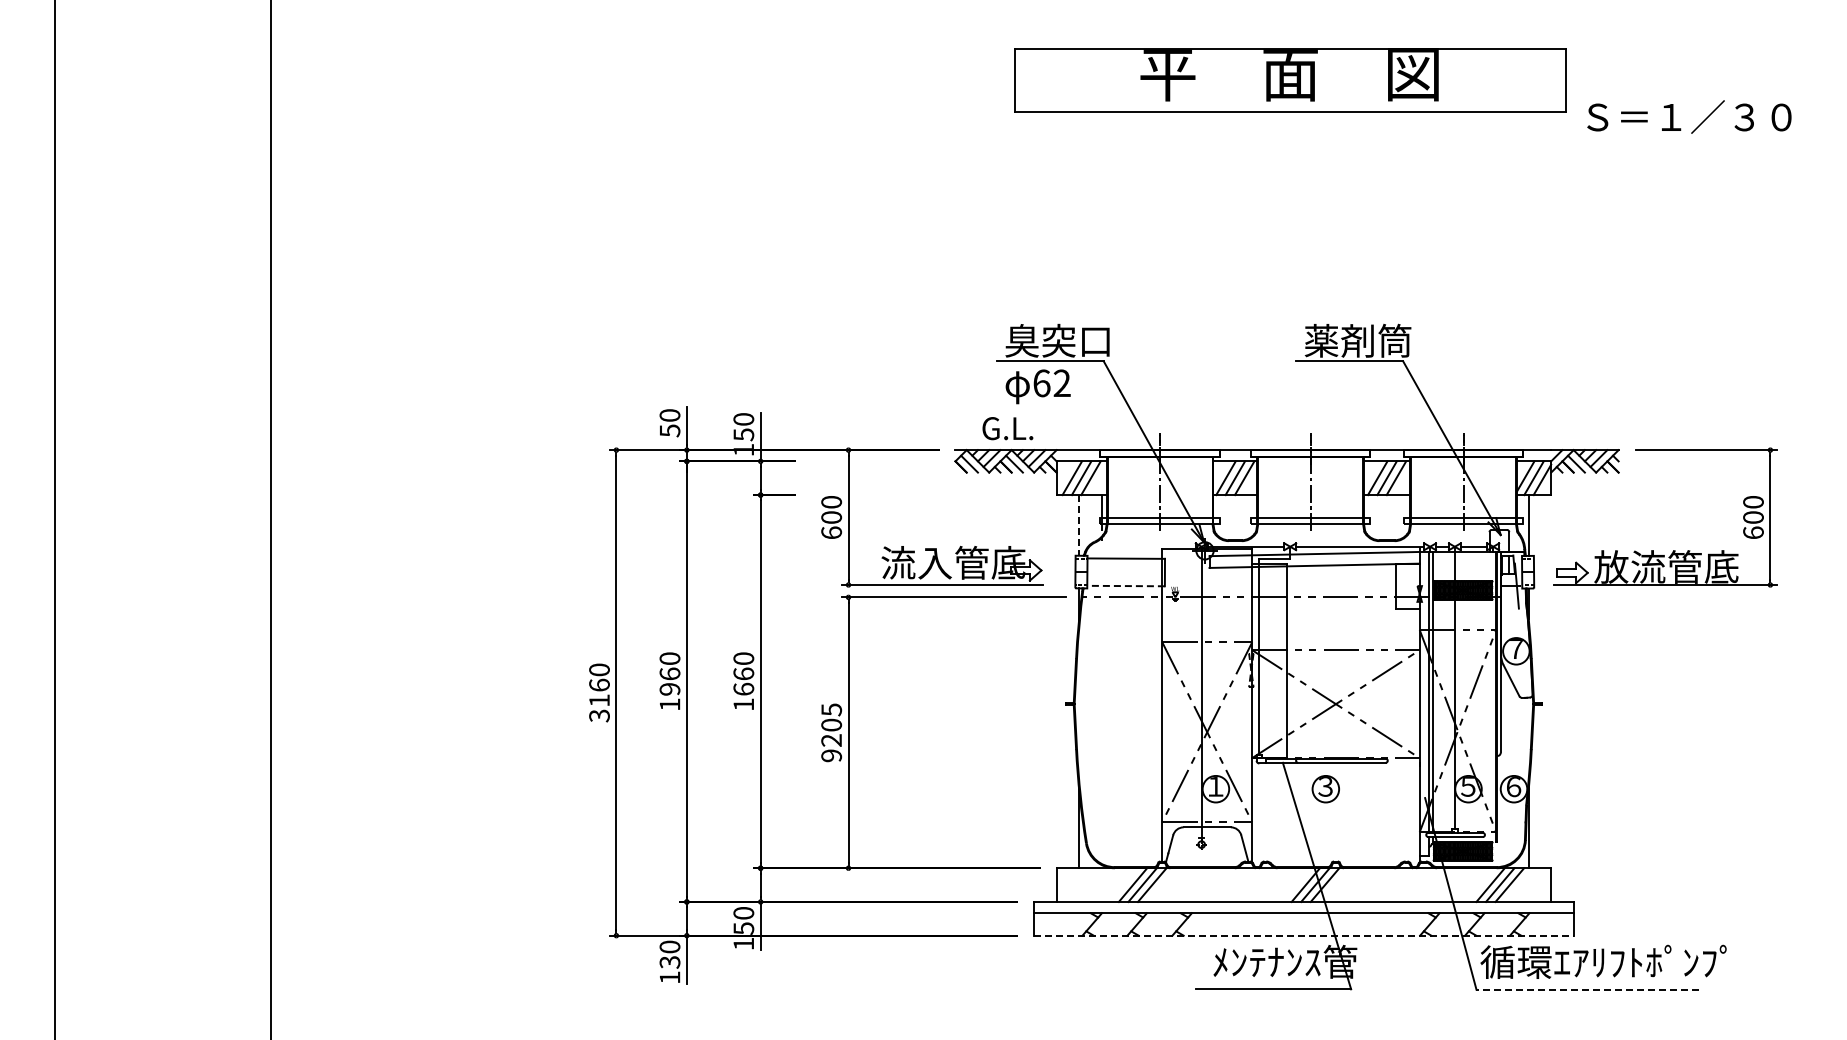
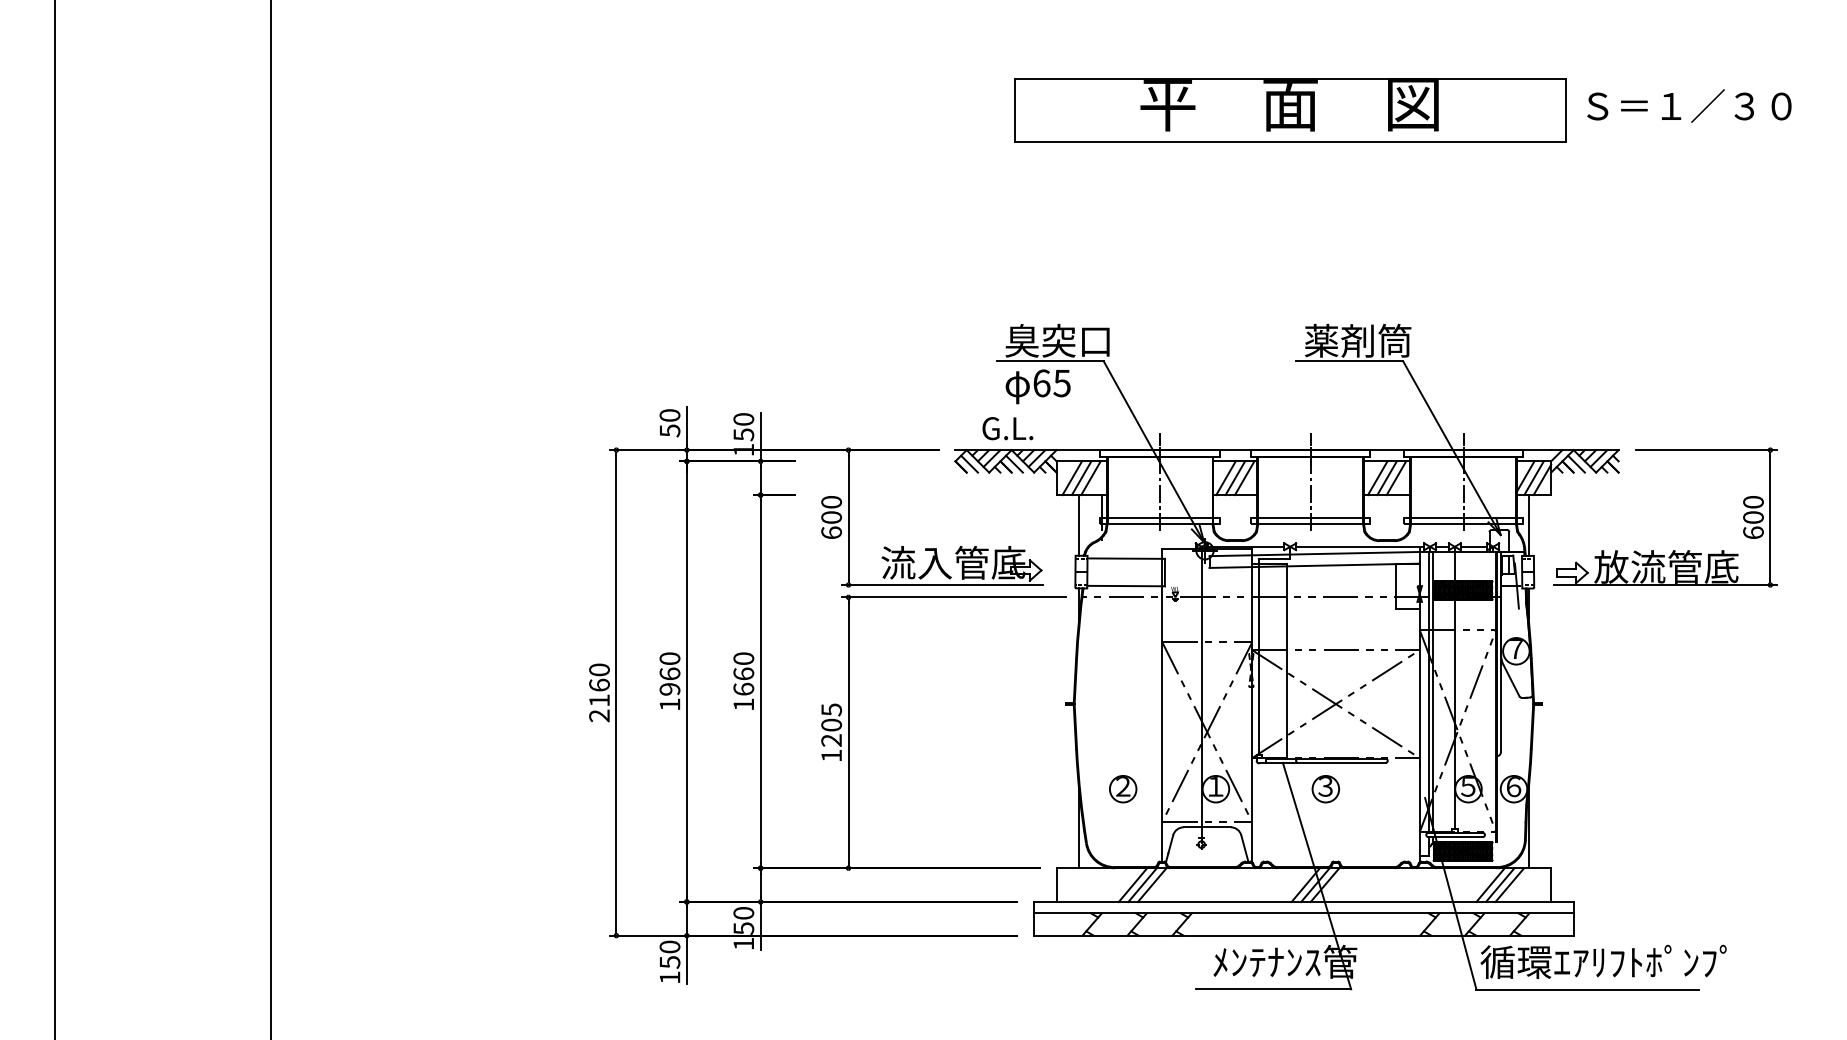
part at (1290, 80) position: (1290, 80) -> (1290, 110)
text at (1689, 116) position: (1689, 116) -> (1689, 105)
text at (1061, 383): 62 -> 65
line at (1079, 525): dashed -> solid
line at (1126, 586): dashed -> solid
text at (599, 715): 3160 -> 2160
text at (831, 755): 9205 -> 1205
part at (1123, 789): none -> present
line at (1303, 935): dashed -> solid
text at (669, 962): 130 -> 150
line at (1587, 989): dashed -> solid
